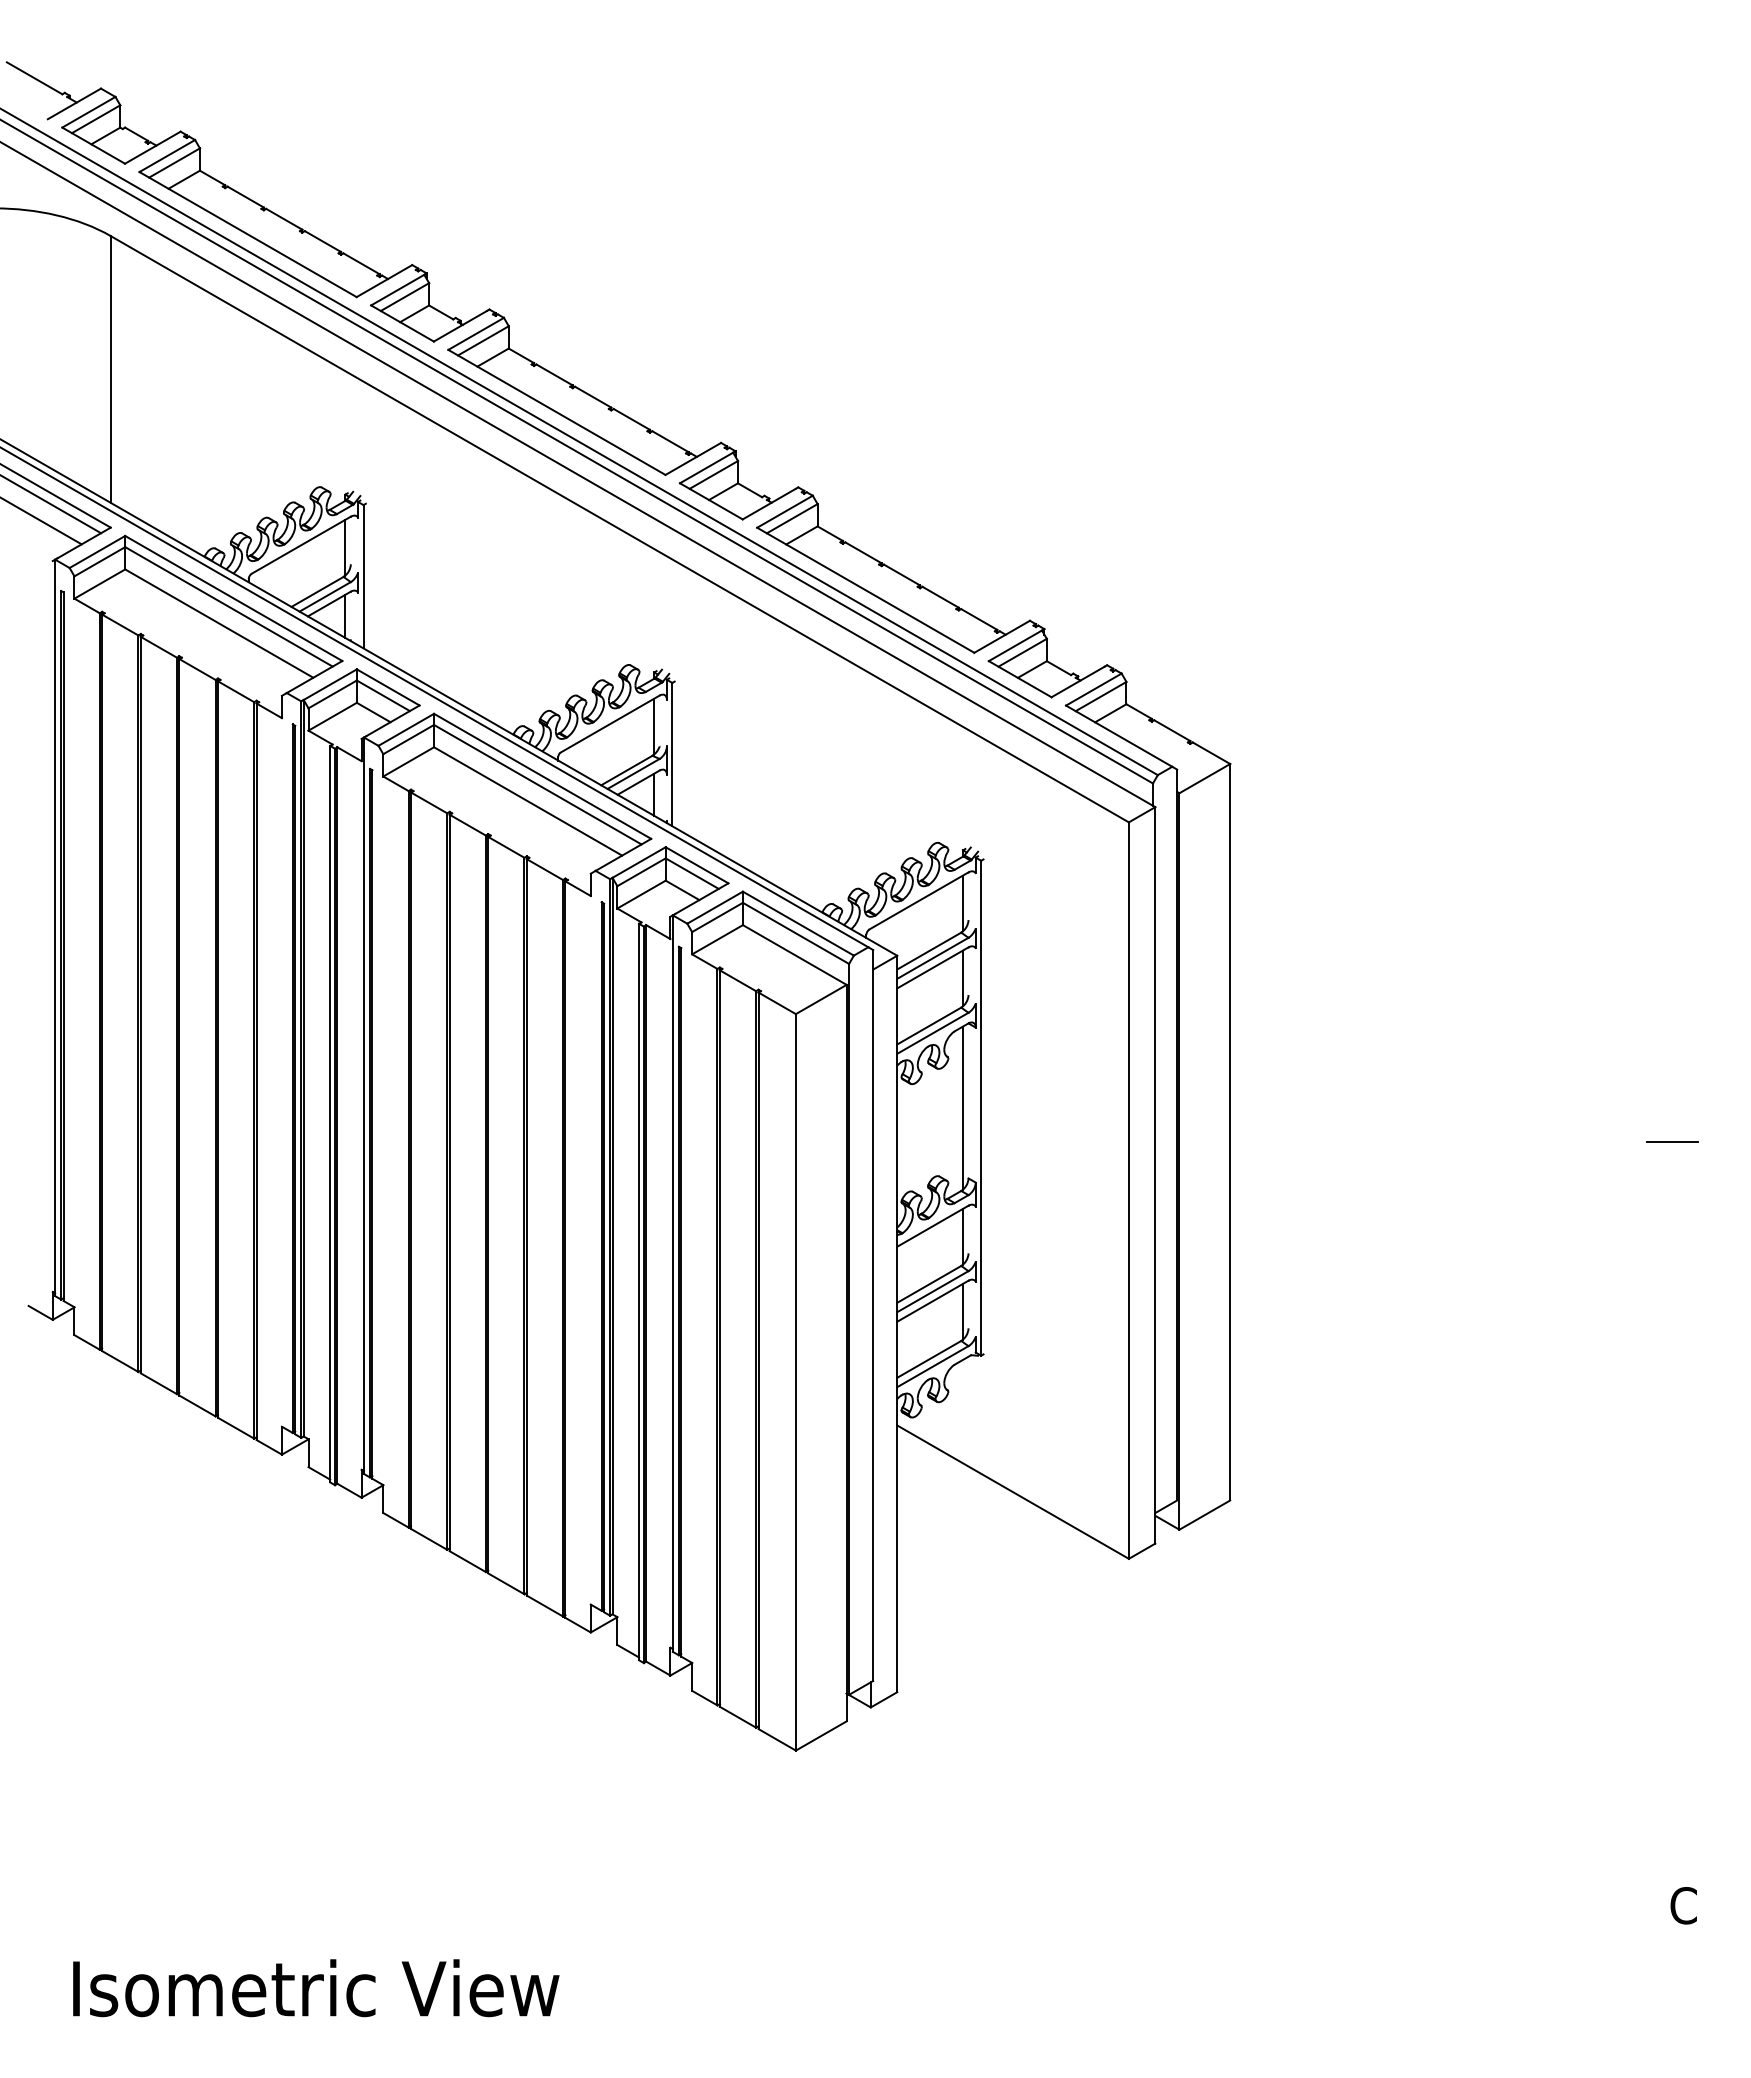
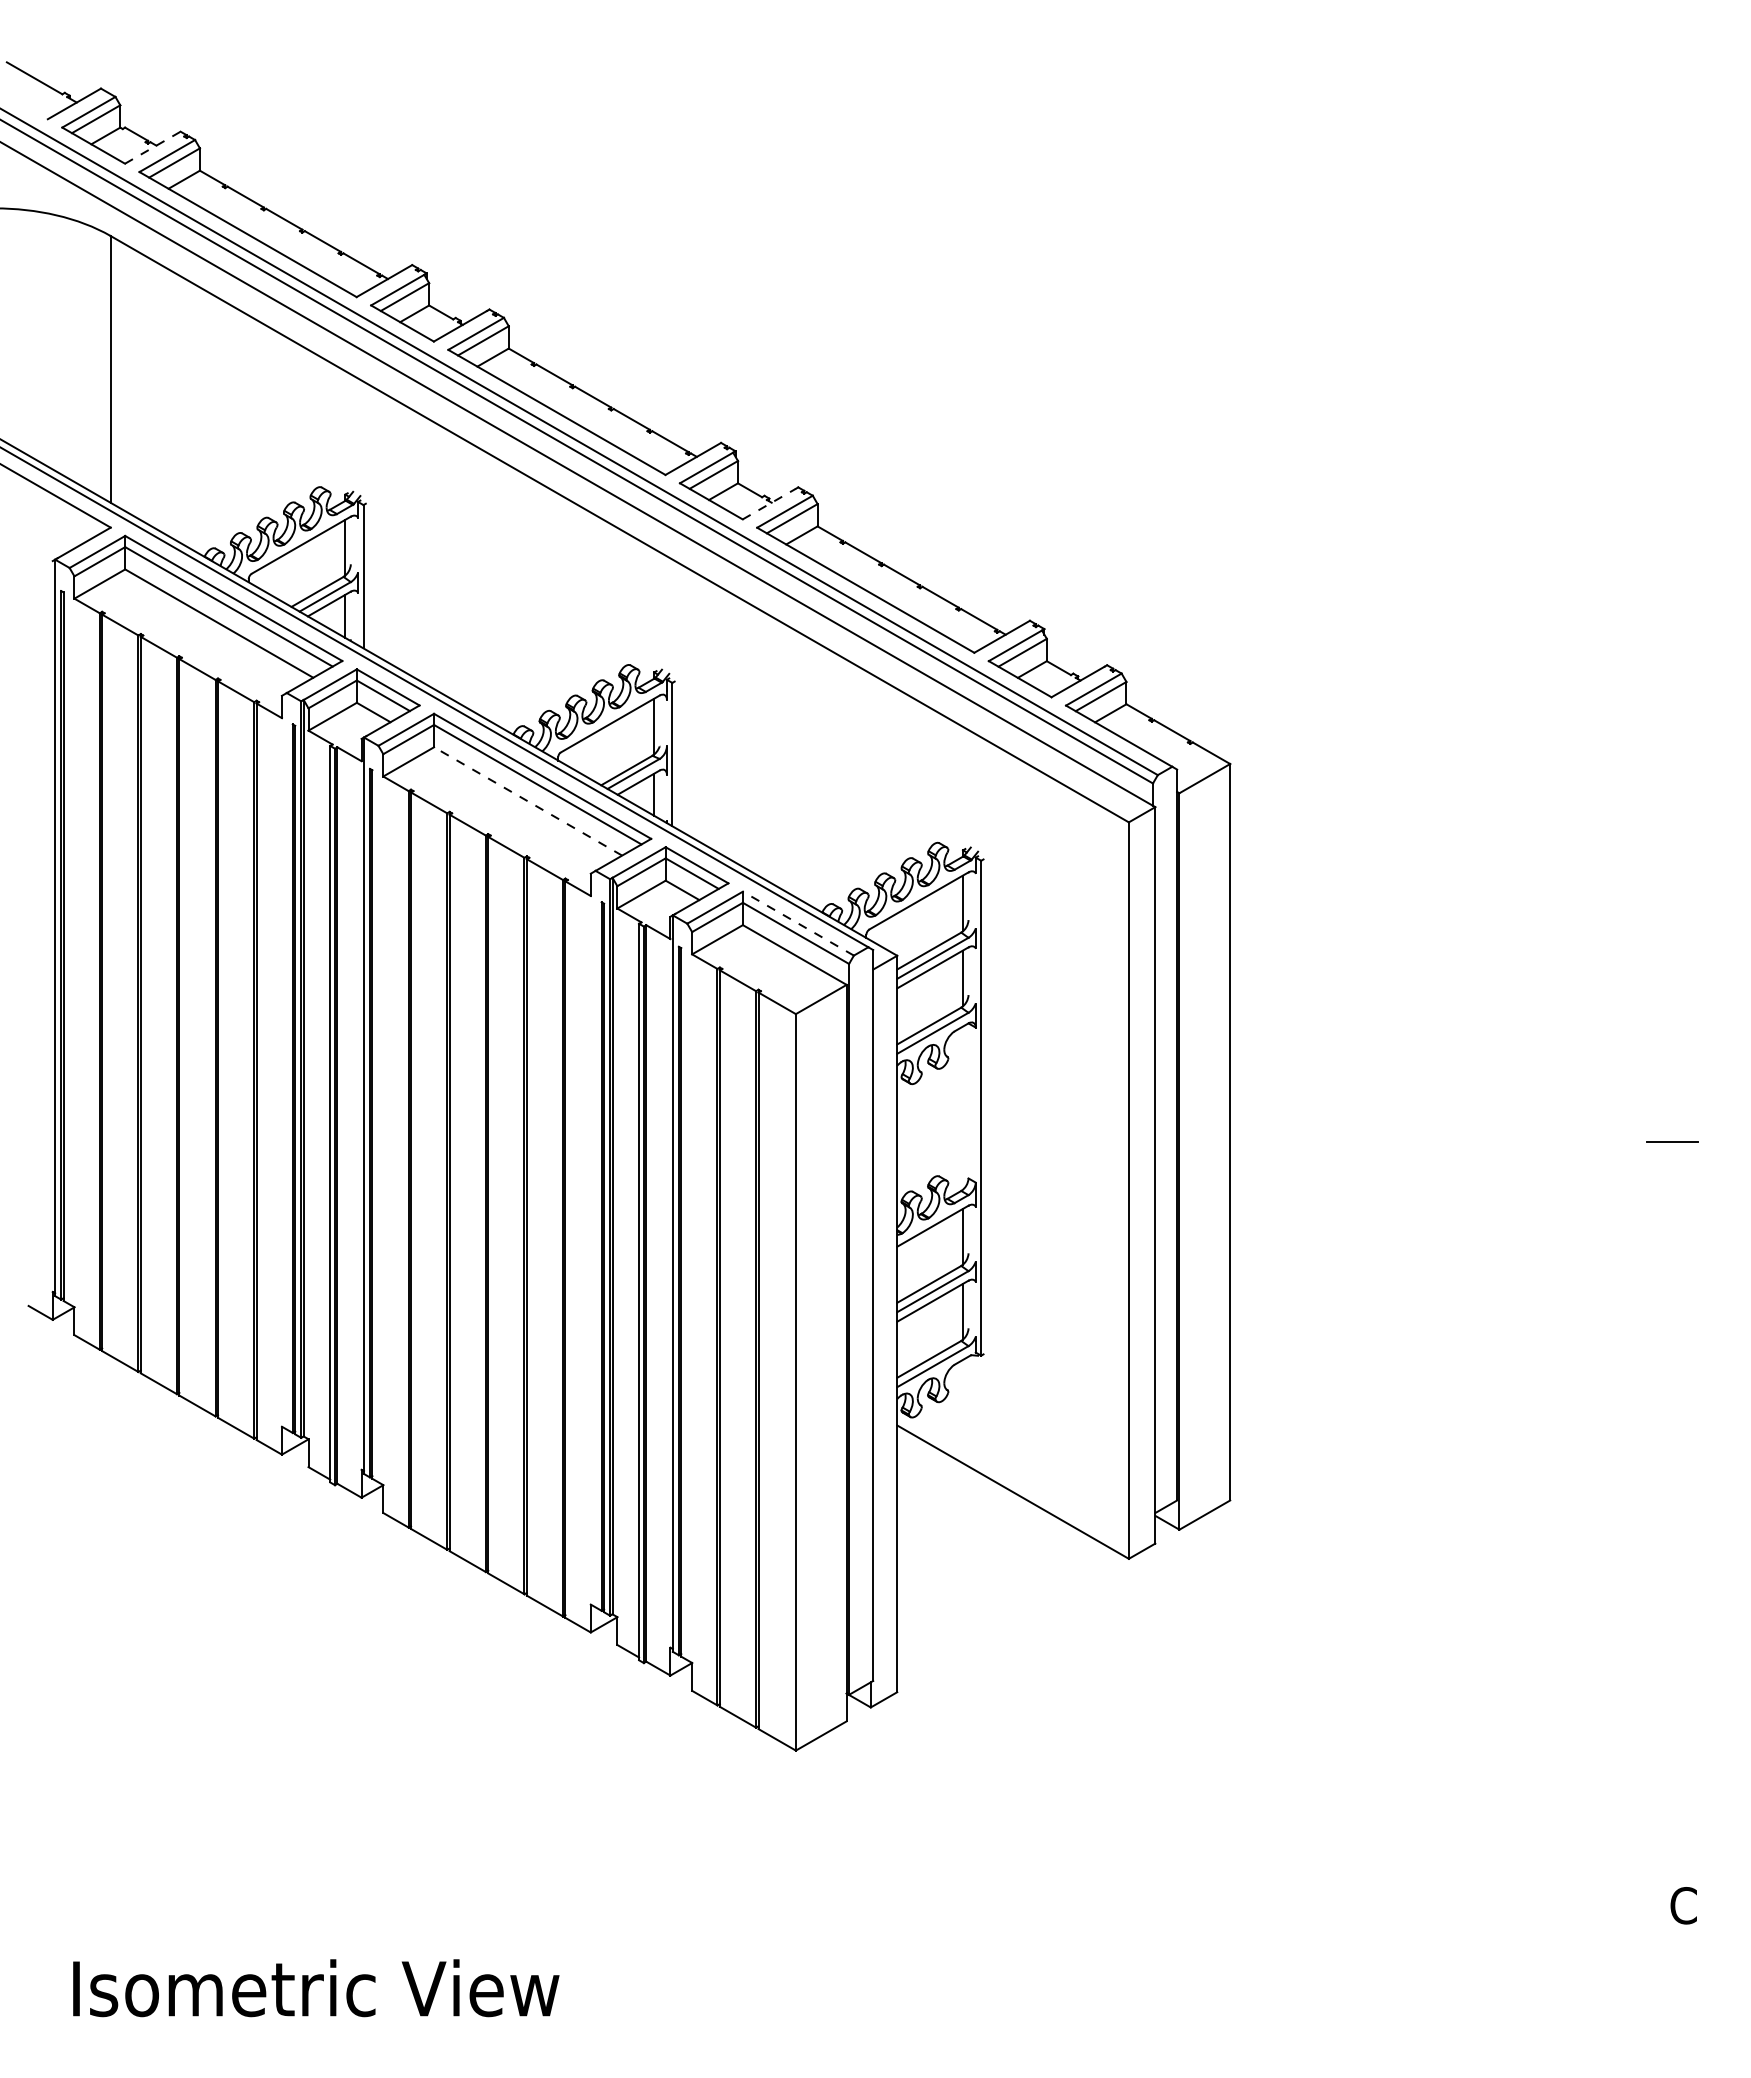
line at (153, 147): solid -> dashed
line at (51, 504): present -> none
line at (769, 504): solid -> dashed
line at (41, 521): present -> none
line at (528, 801): solid -> dashed
line at (797, 923): solid -> dashed
line at (963, 1107): present -> none
